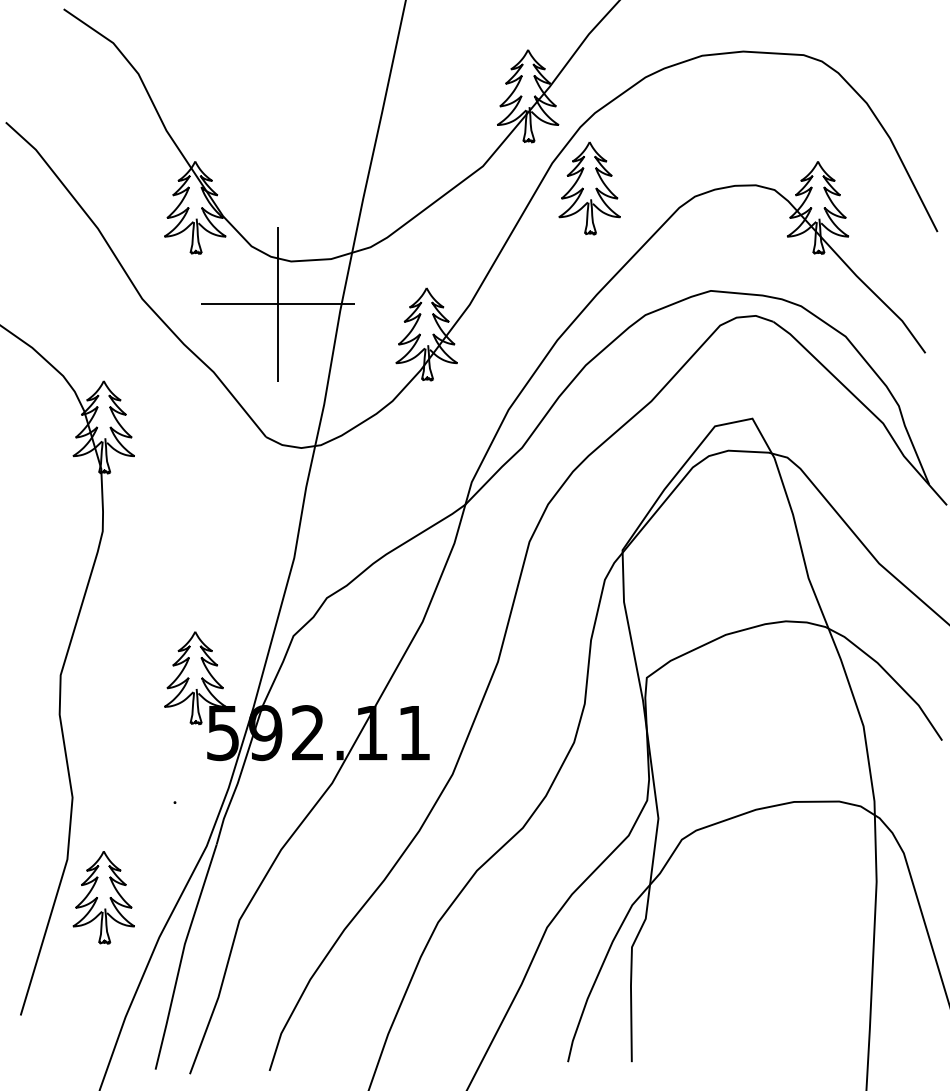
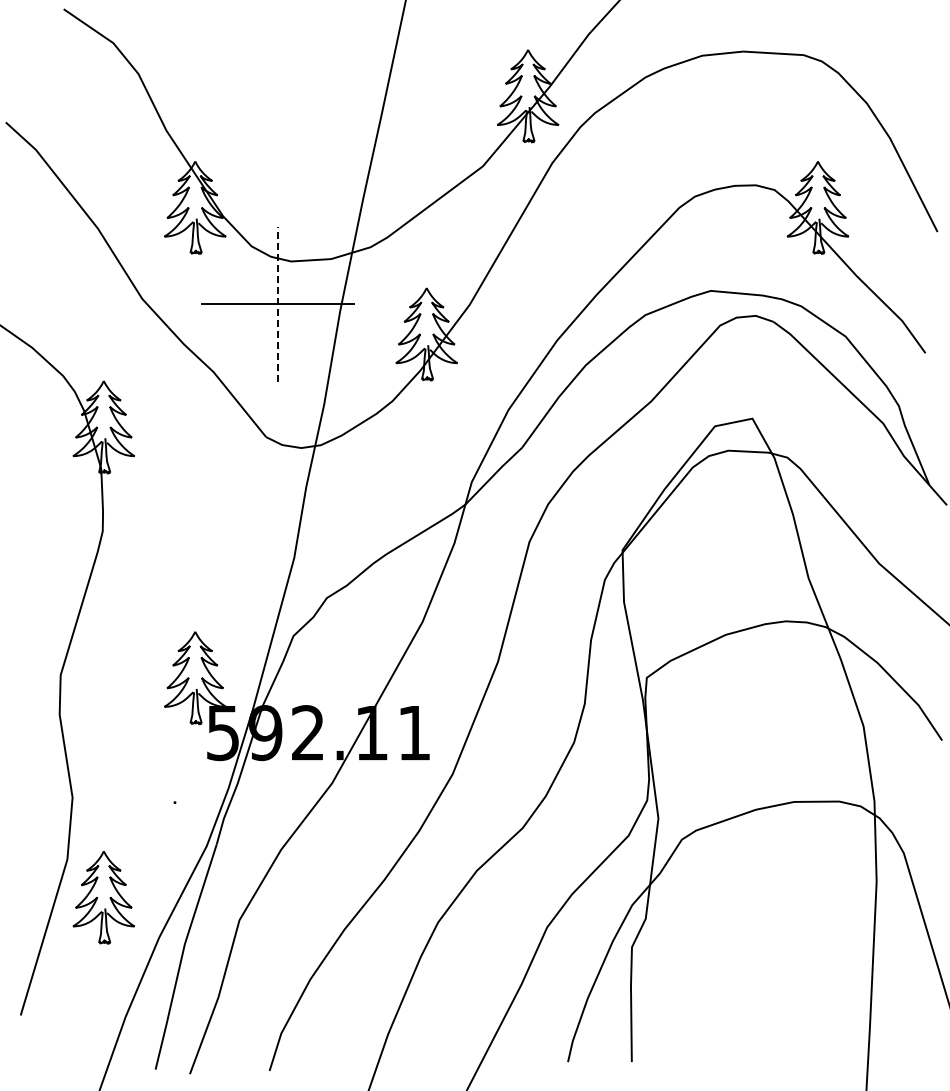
part at (589, 188): present -> none
line at (278, 303): solid -> dashed
